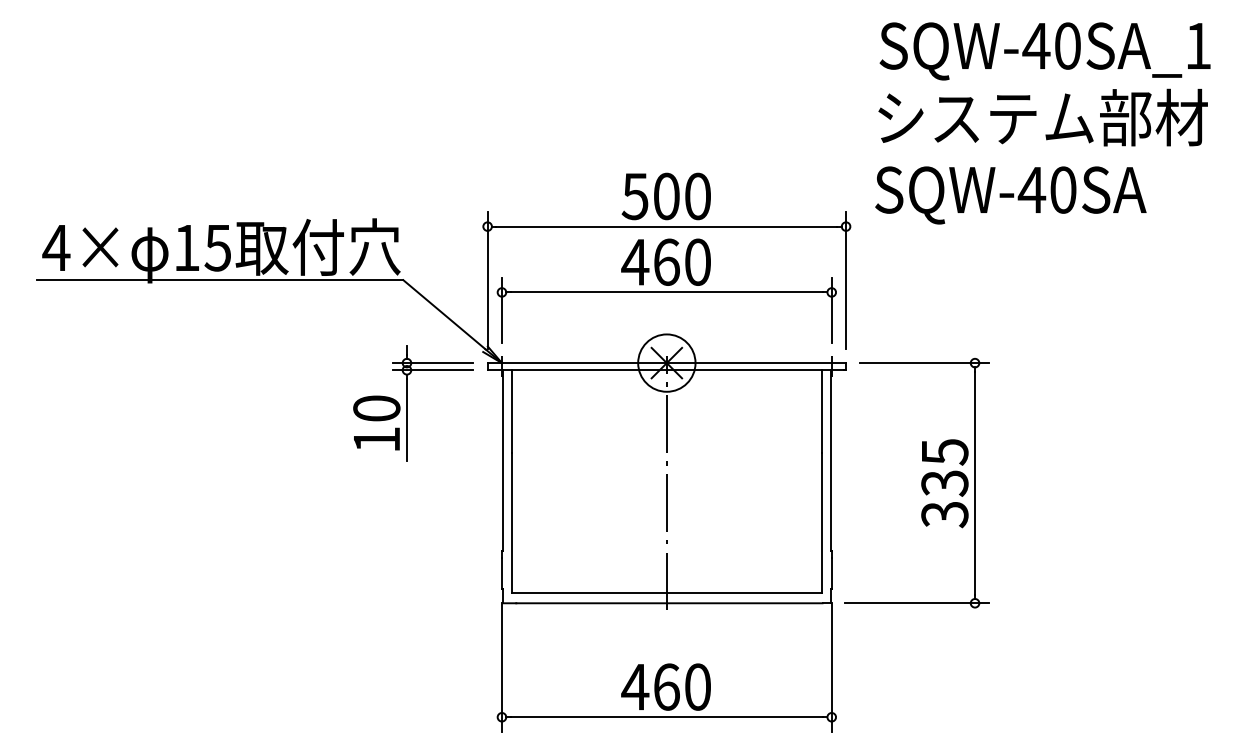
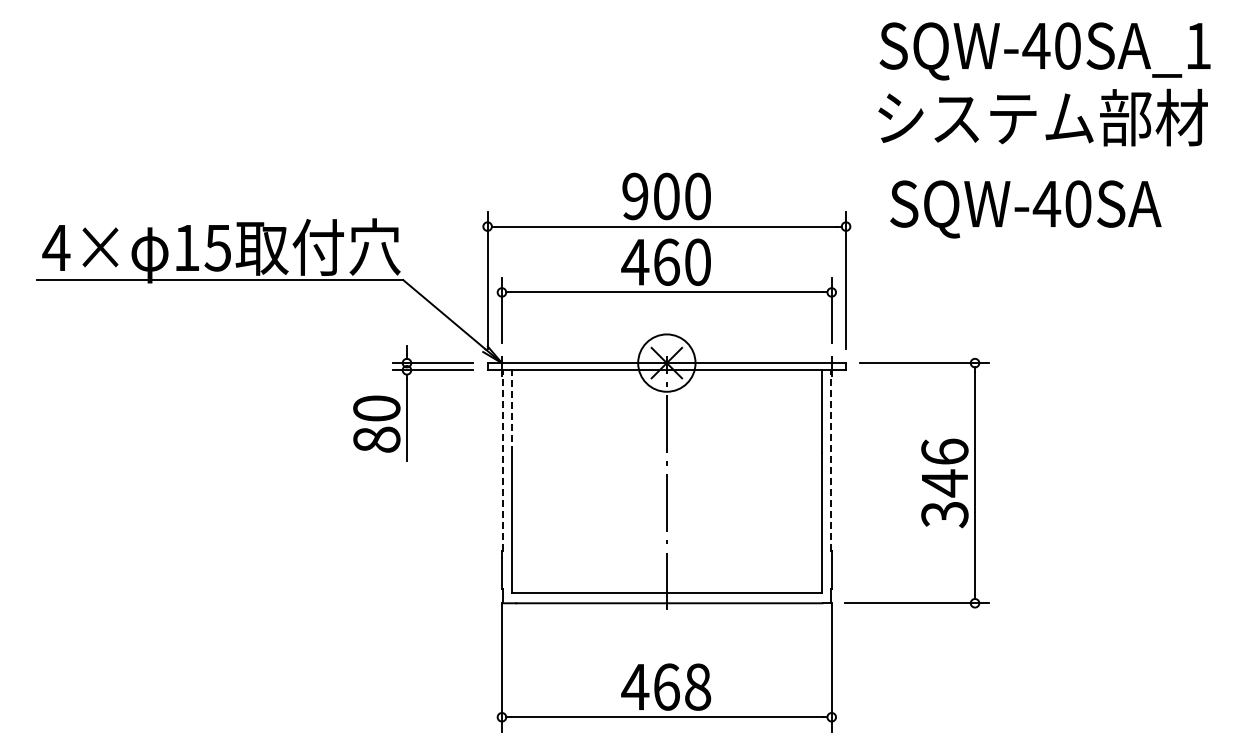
text at (1010, 195) position: (1010, 195) -> (1025, 209)
text at (634, 196): 500 -> 900
line at (512, 411): solid -> dashed
text at (376, 439): 10 -> 80
line at (502, 460): solid -> dashed
line at (831, 460): solid -> dashed
text at (944, 467): 335 -> 346
text at (698, 686): 460 -> 468
